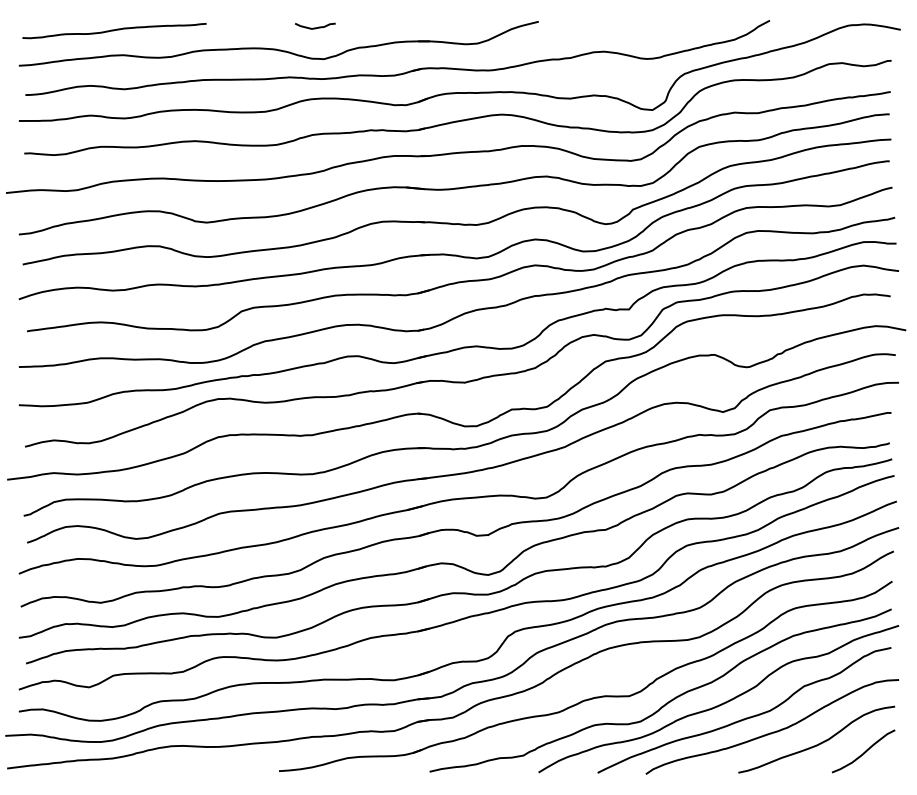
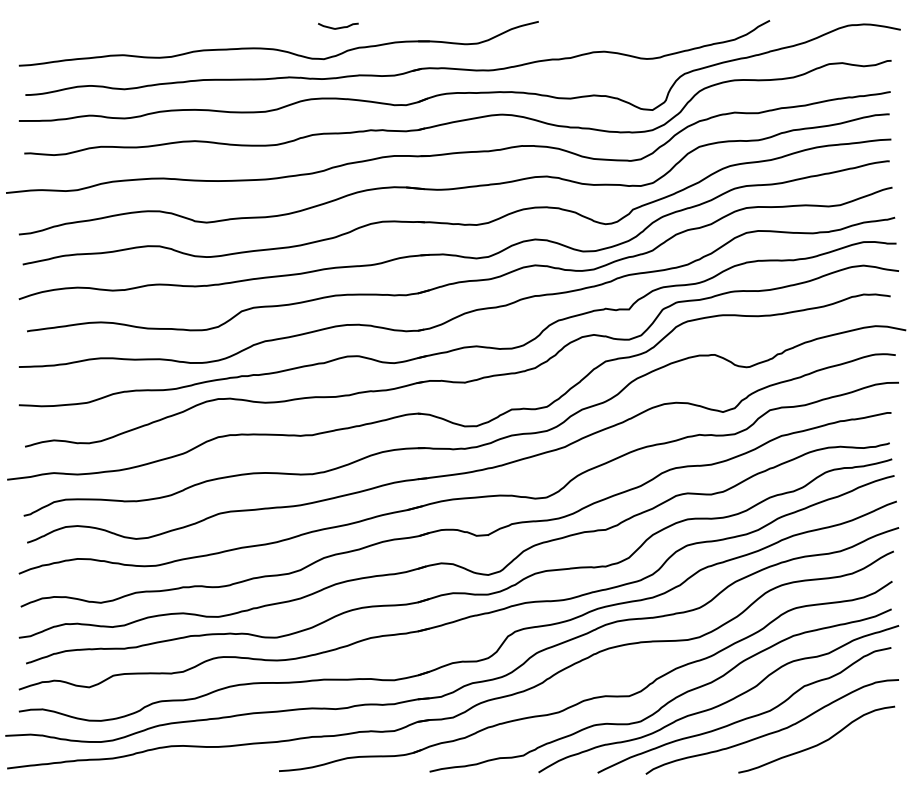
curve at (315, 27) position: (315, 27) -> (338, 27)
curve at (114, 31): present -> none
curve at (864, 751): present -> none
